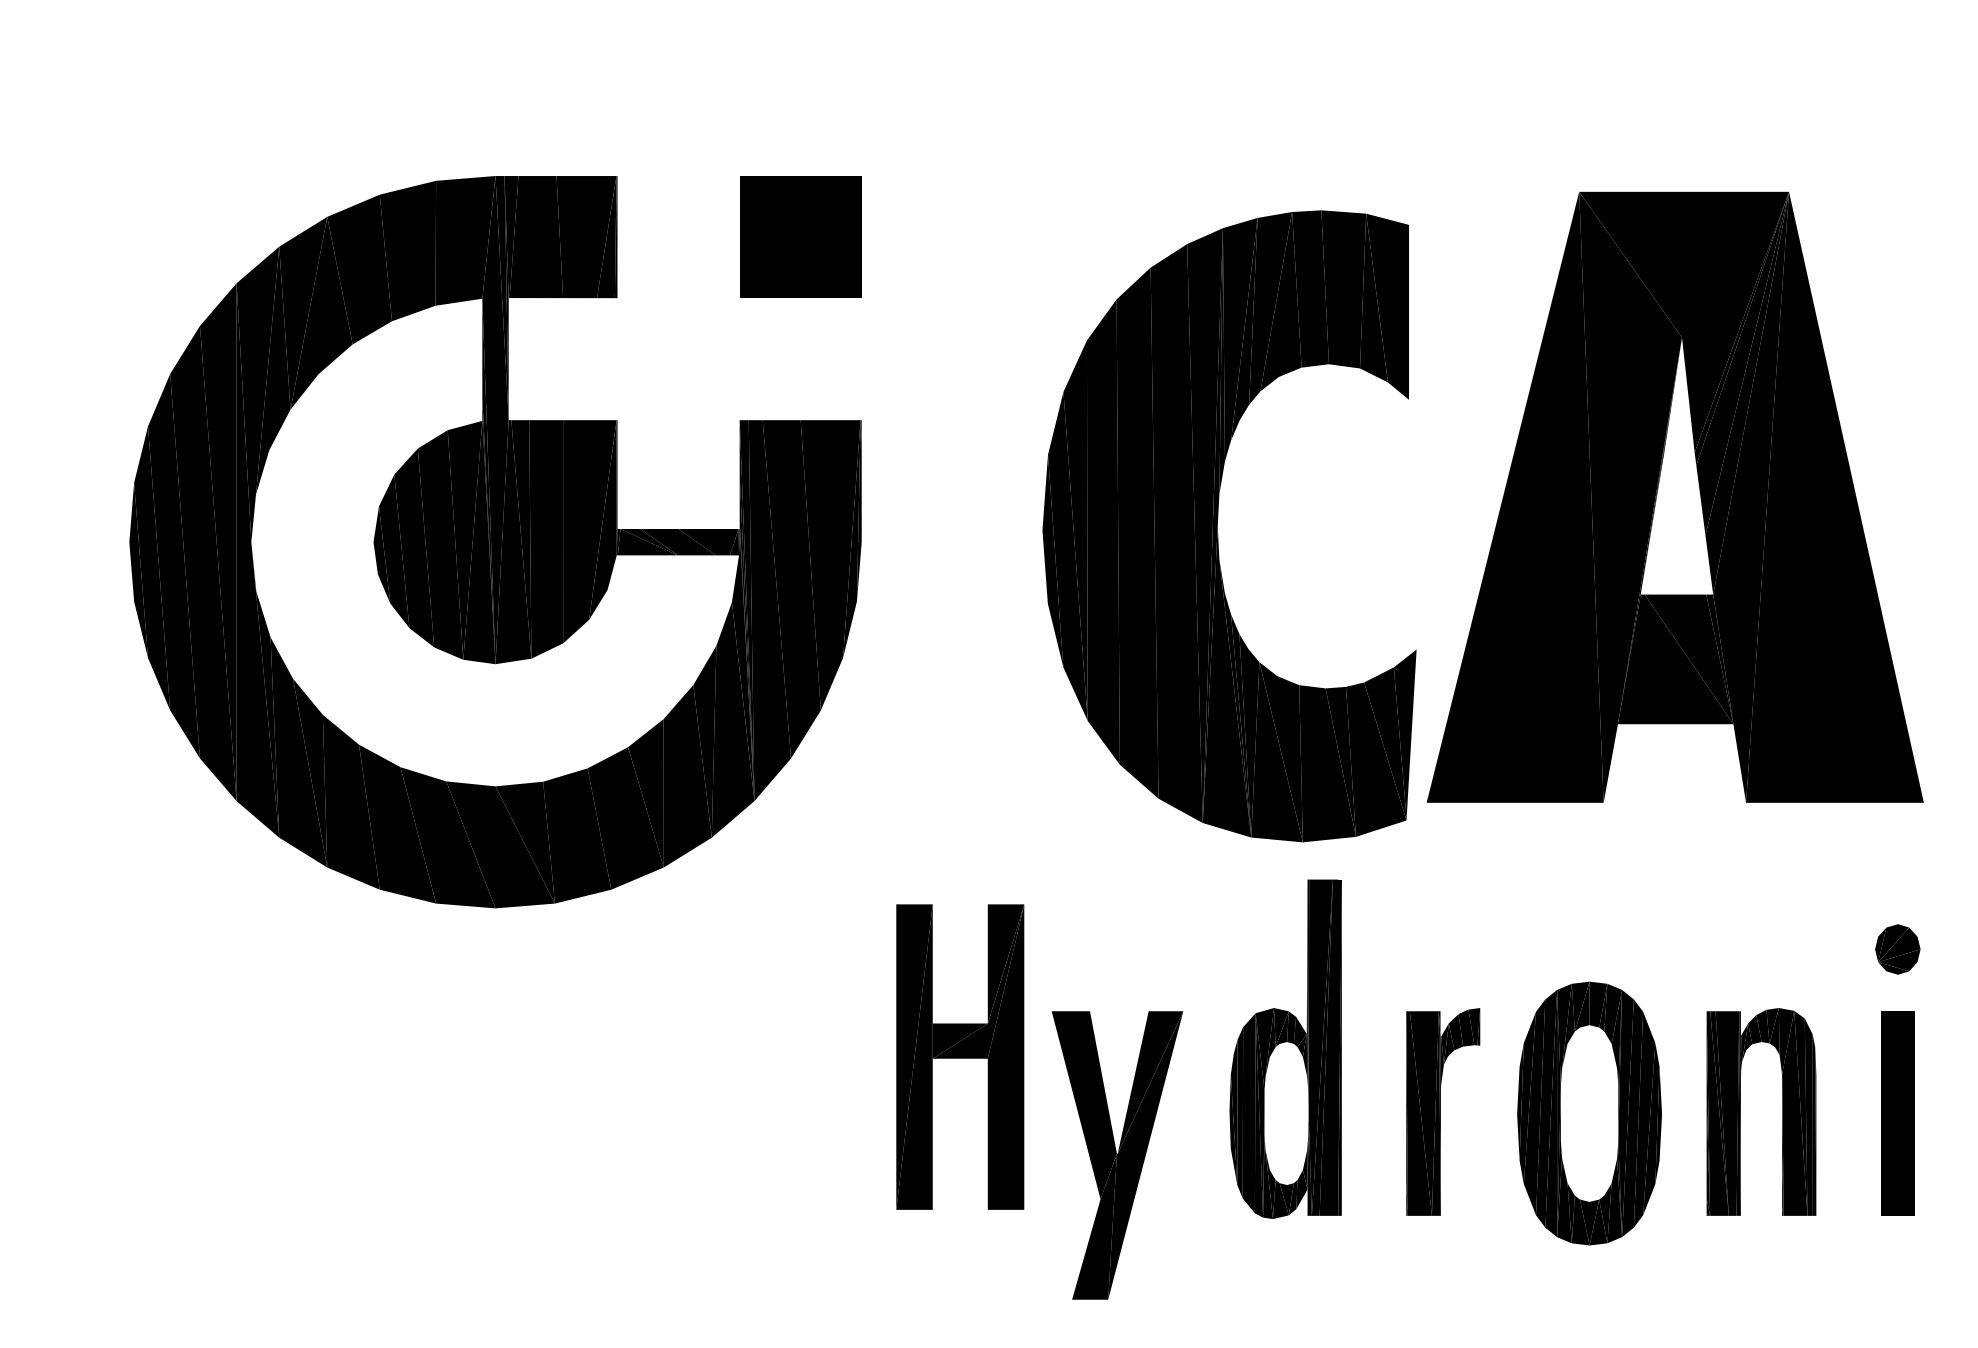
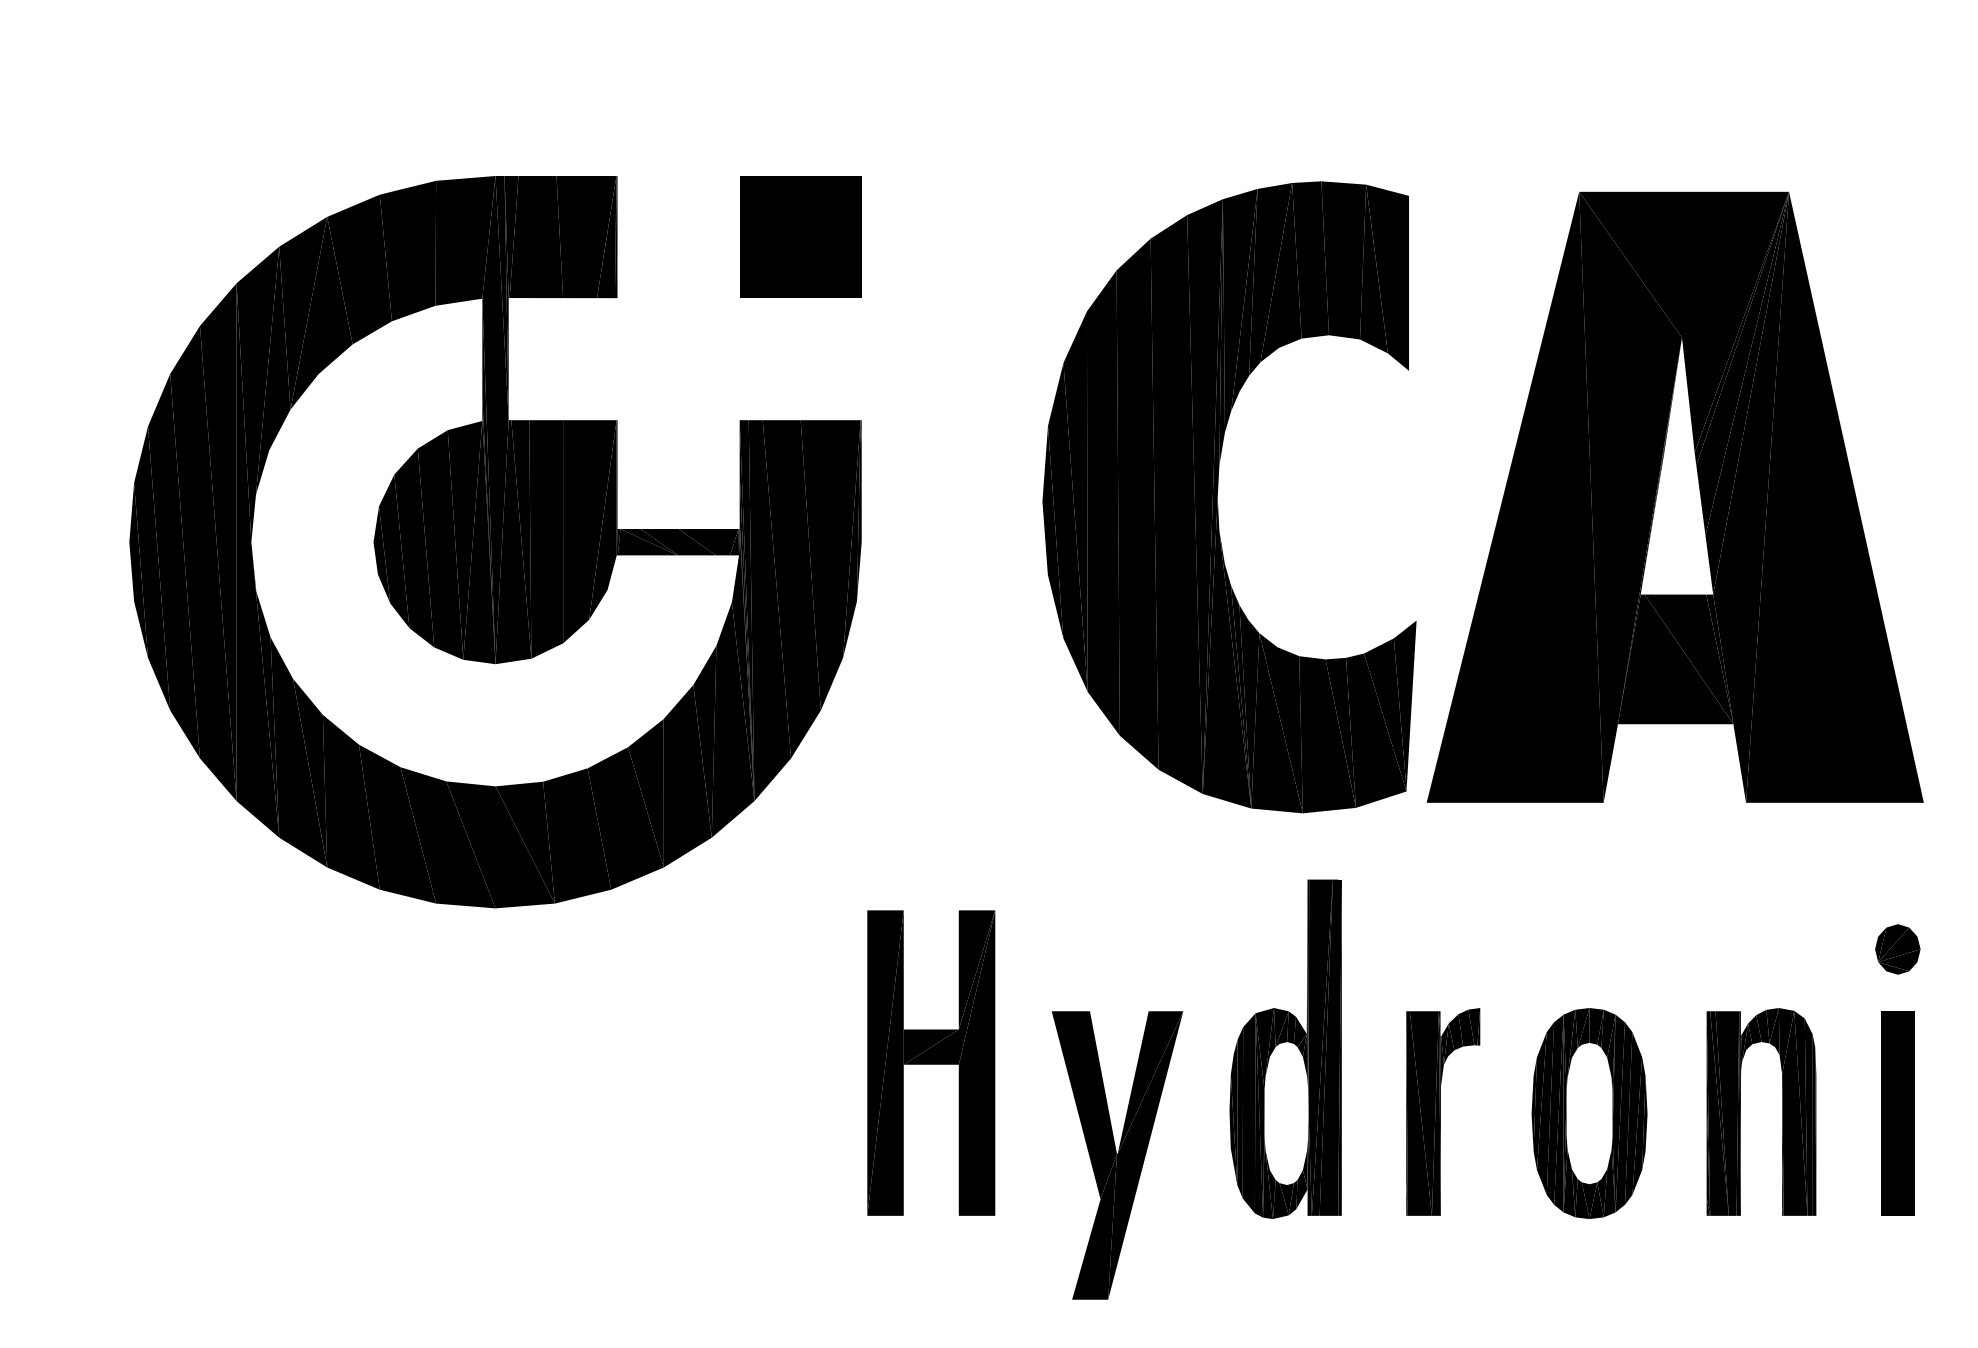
part at (1217, 526) position: (1217, 526) -> (1217, 497)
part at (960, 1056) position: (960, 1056) -> (931, 1062)
part at (1589, 1113) size: 145x265 px -> 117x211 px
